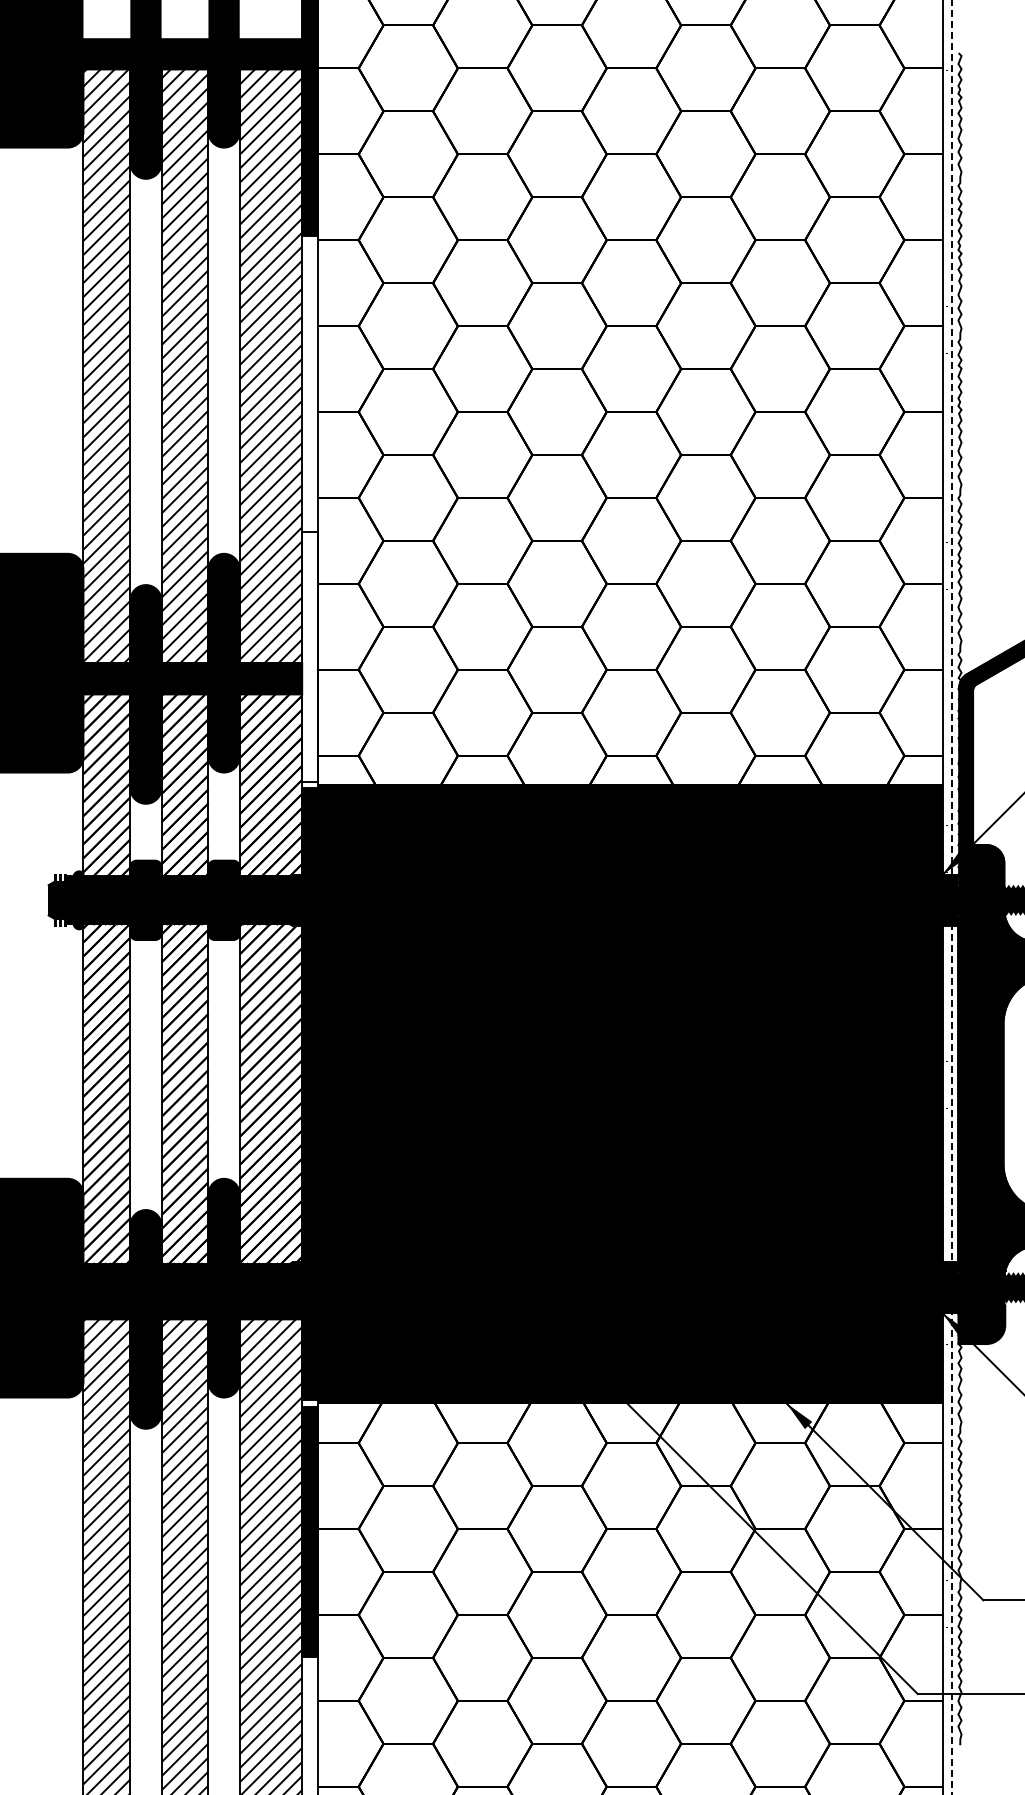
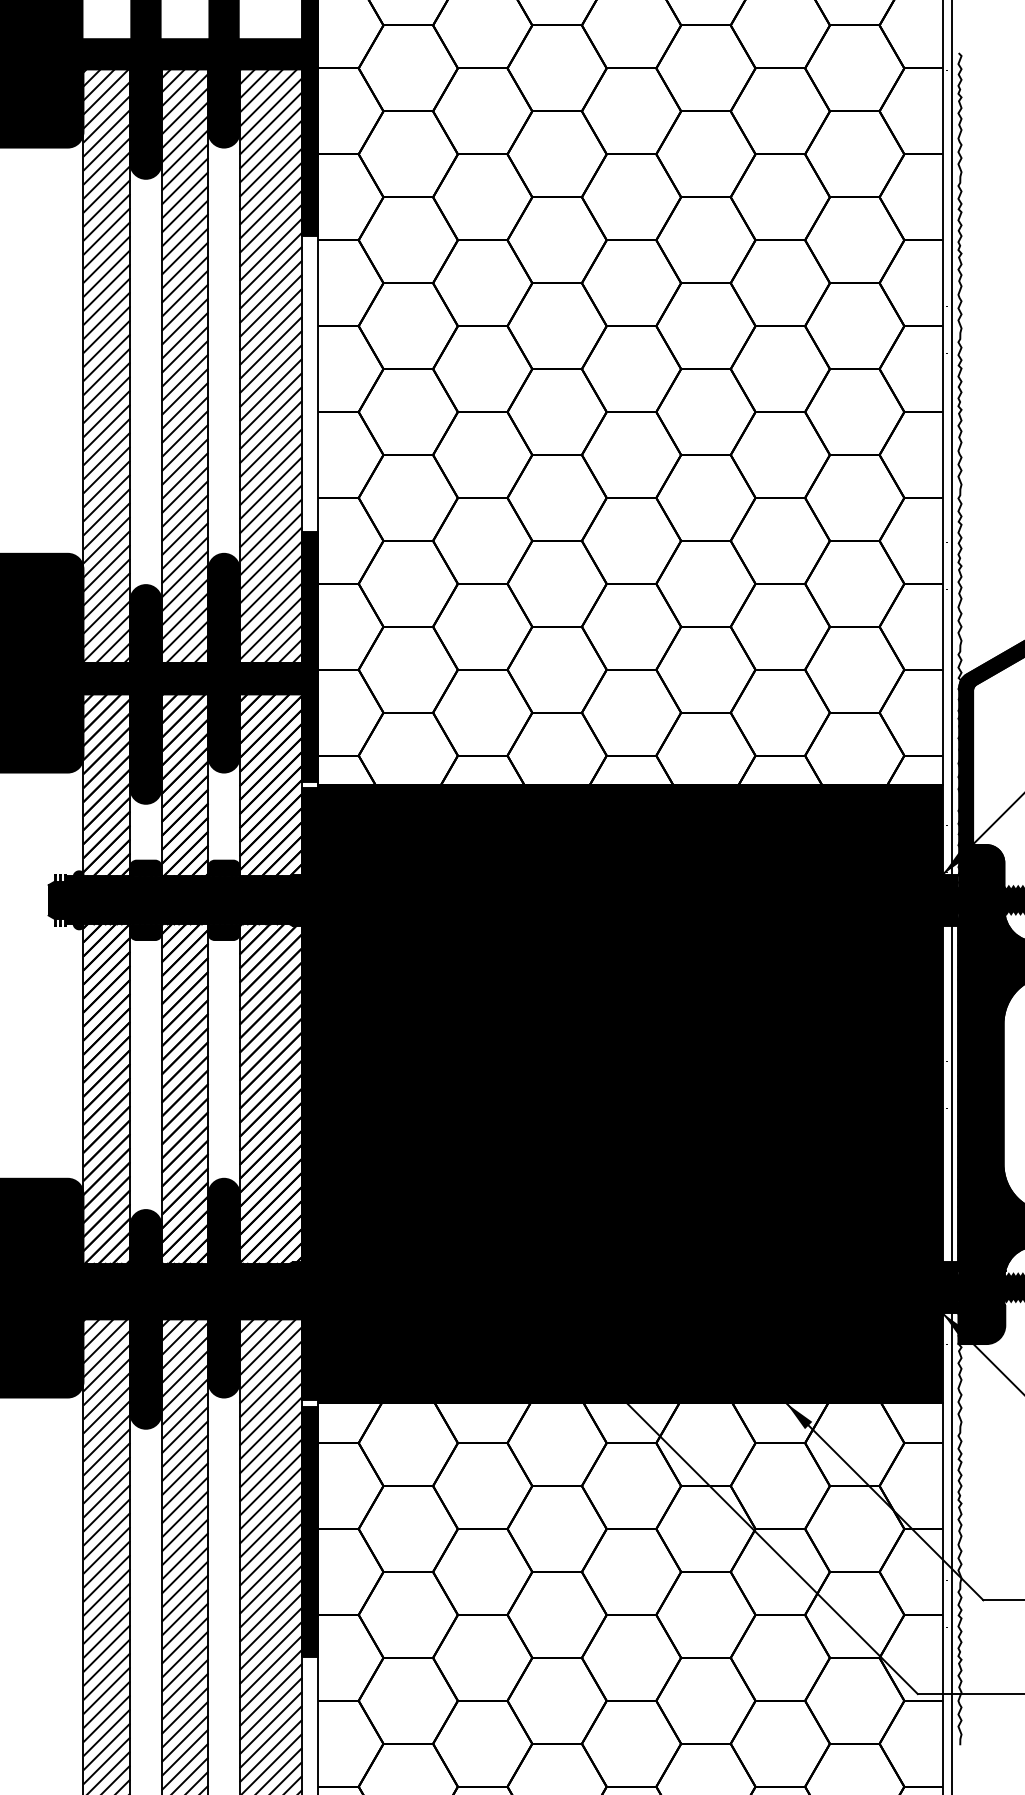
fill at (309, 656): none -> present
line at (952, 897): dashed -> solid
